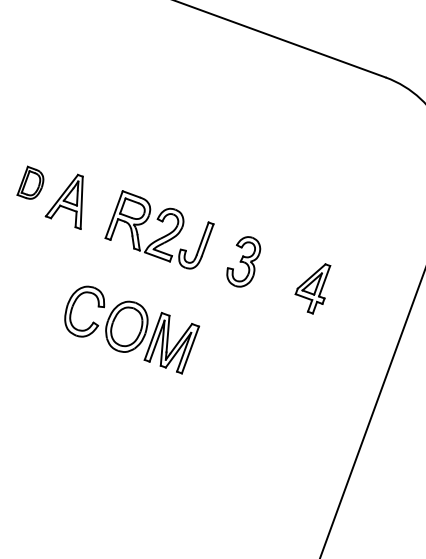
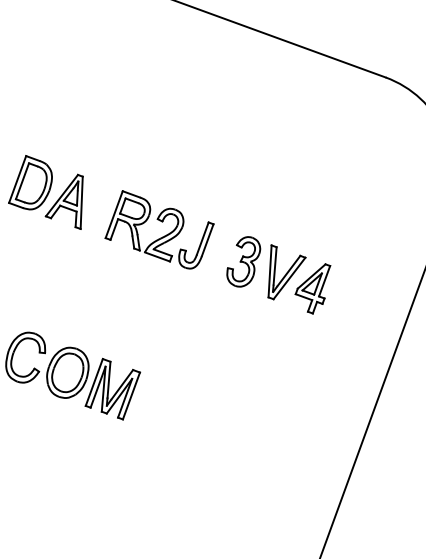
part at (30, 182) size: 29x35 px -> 45x56 px
part at (286, 272): none -> present
part at (132, 329) position: (132, 329) -> (73, 375)
